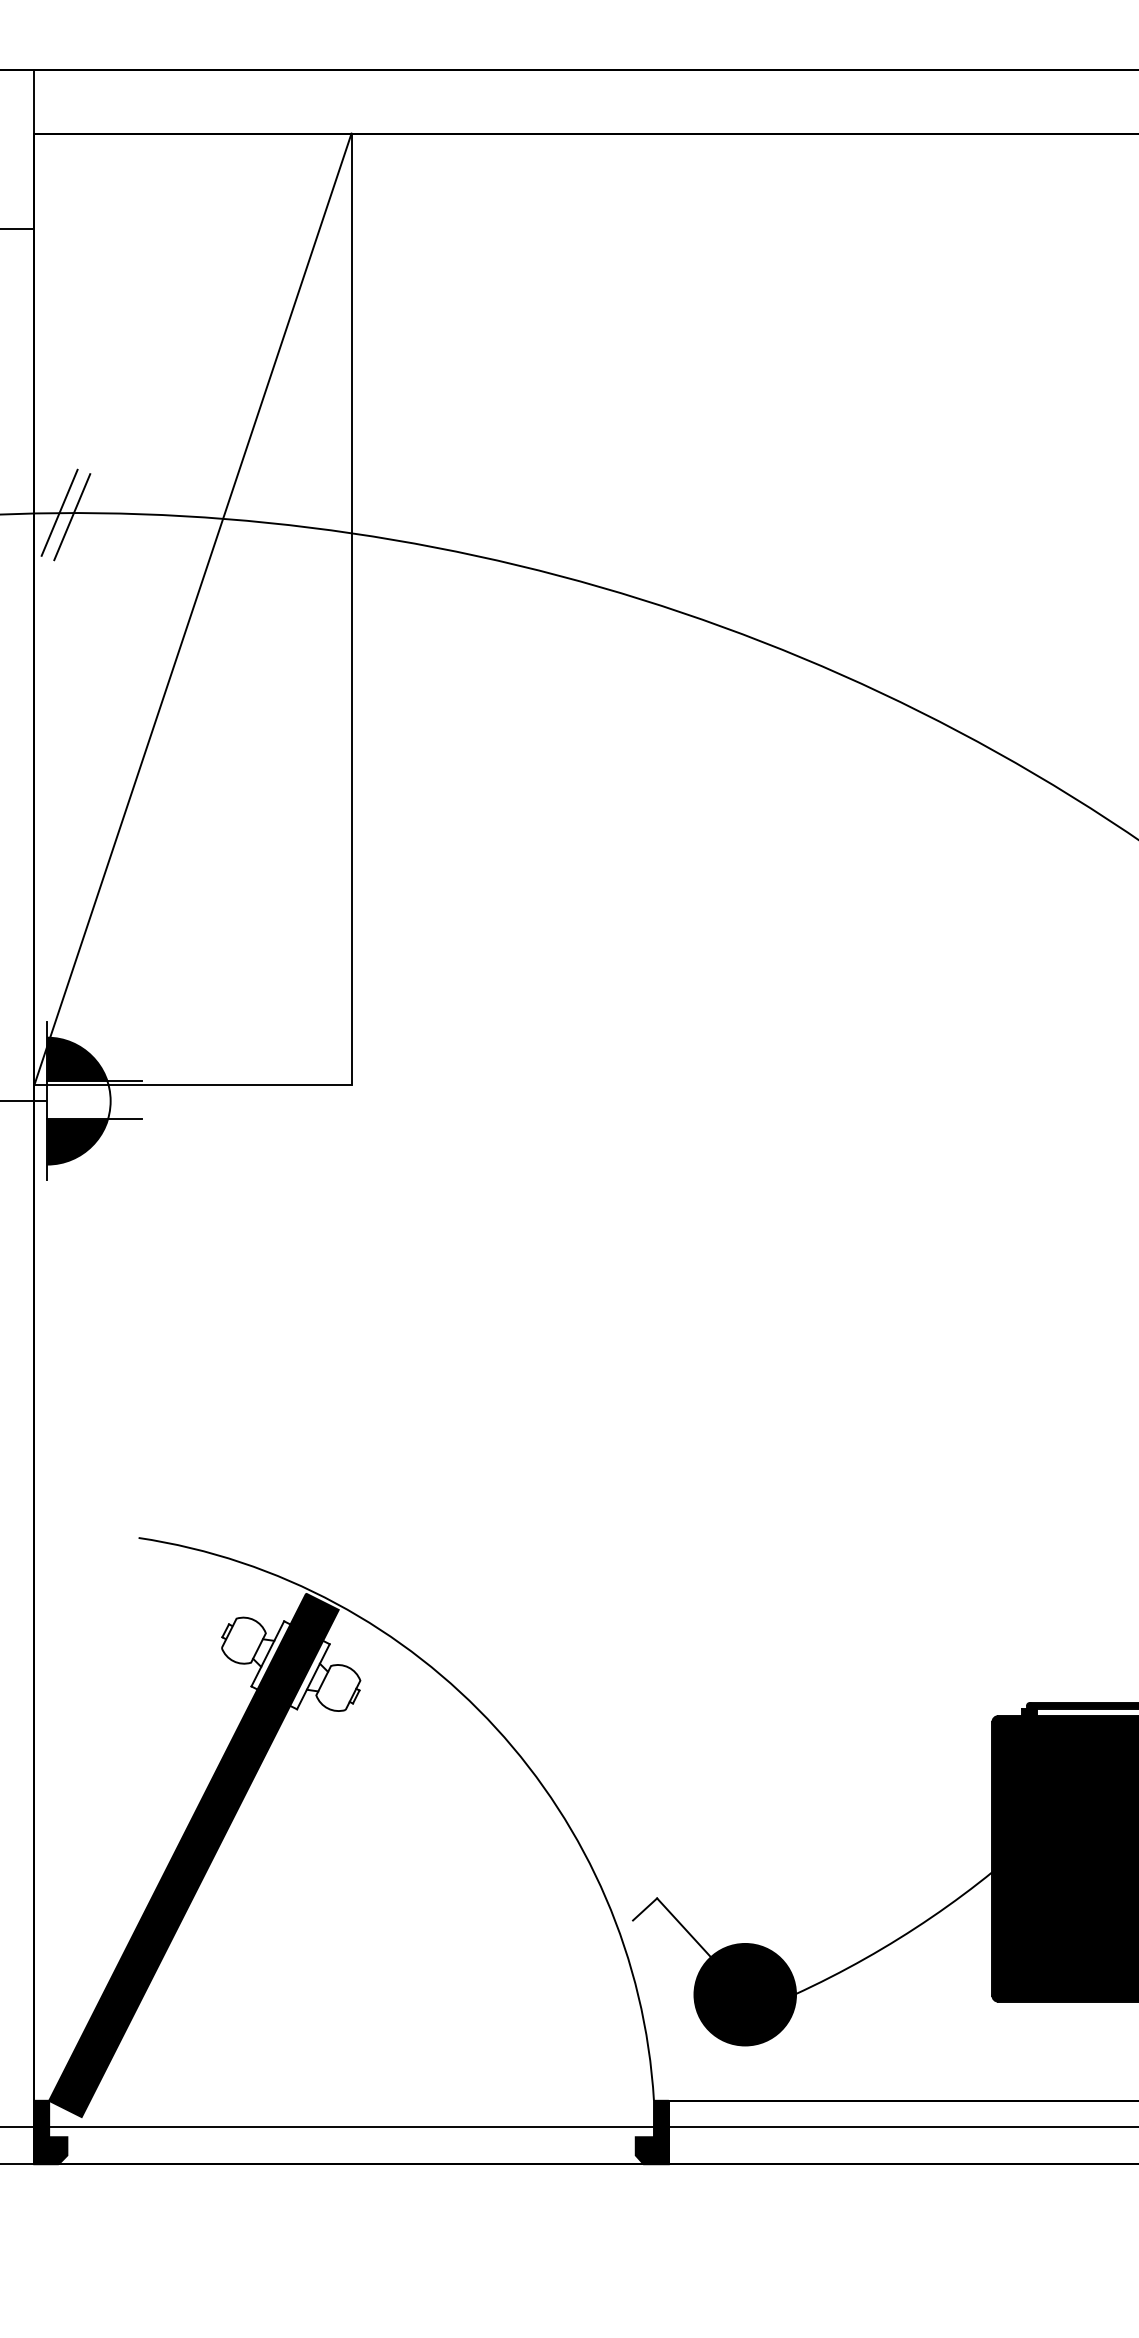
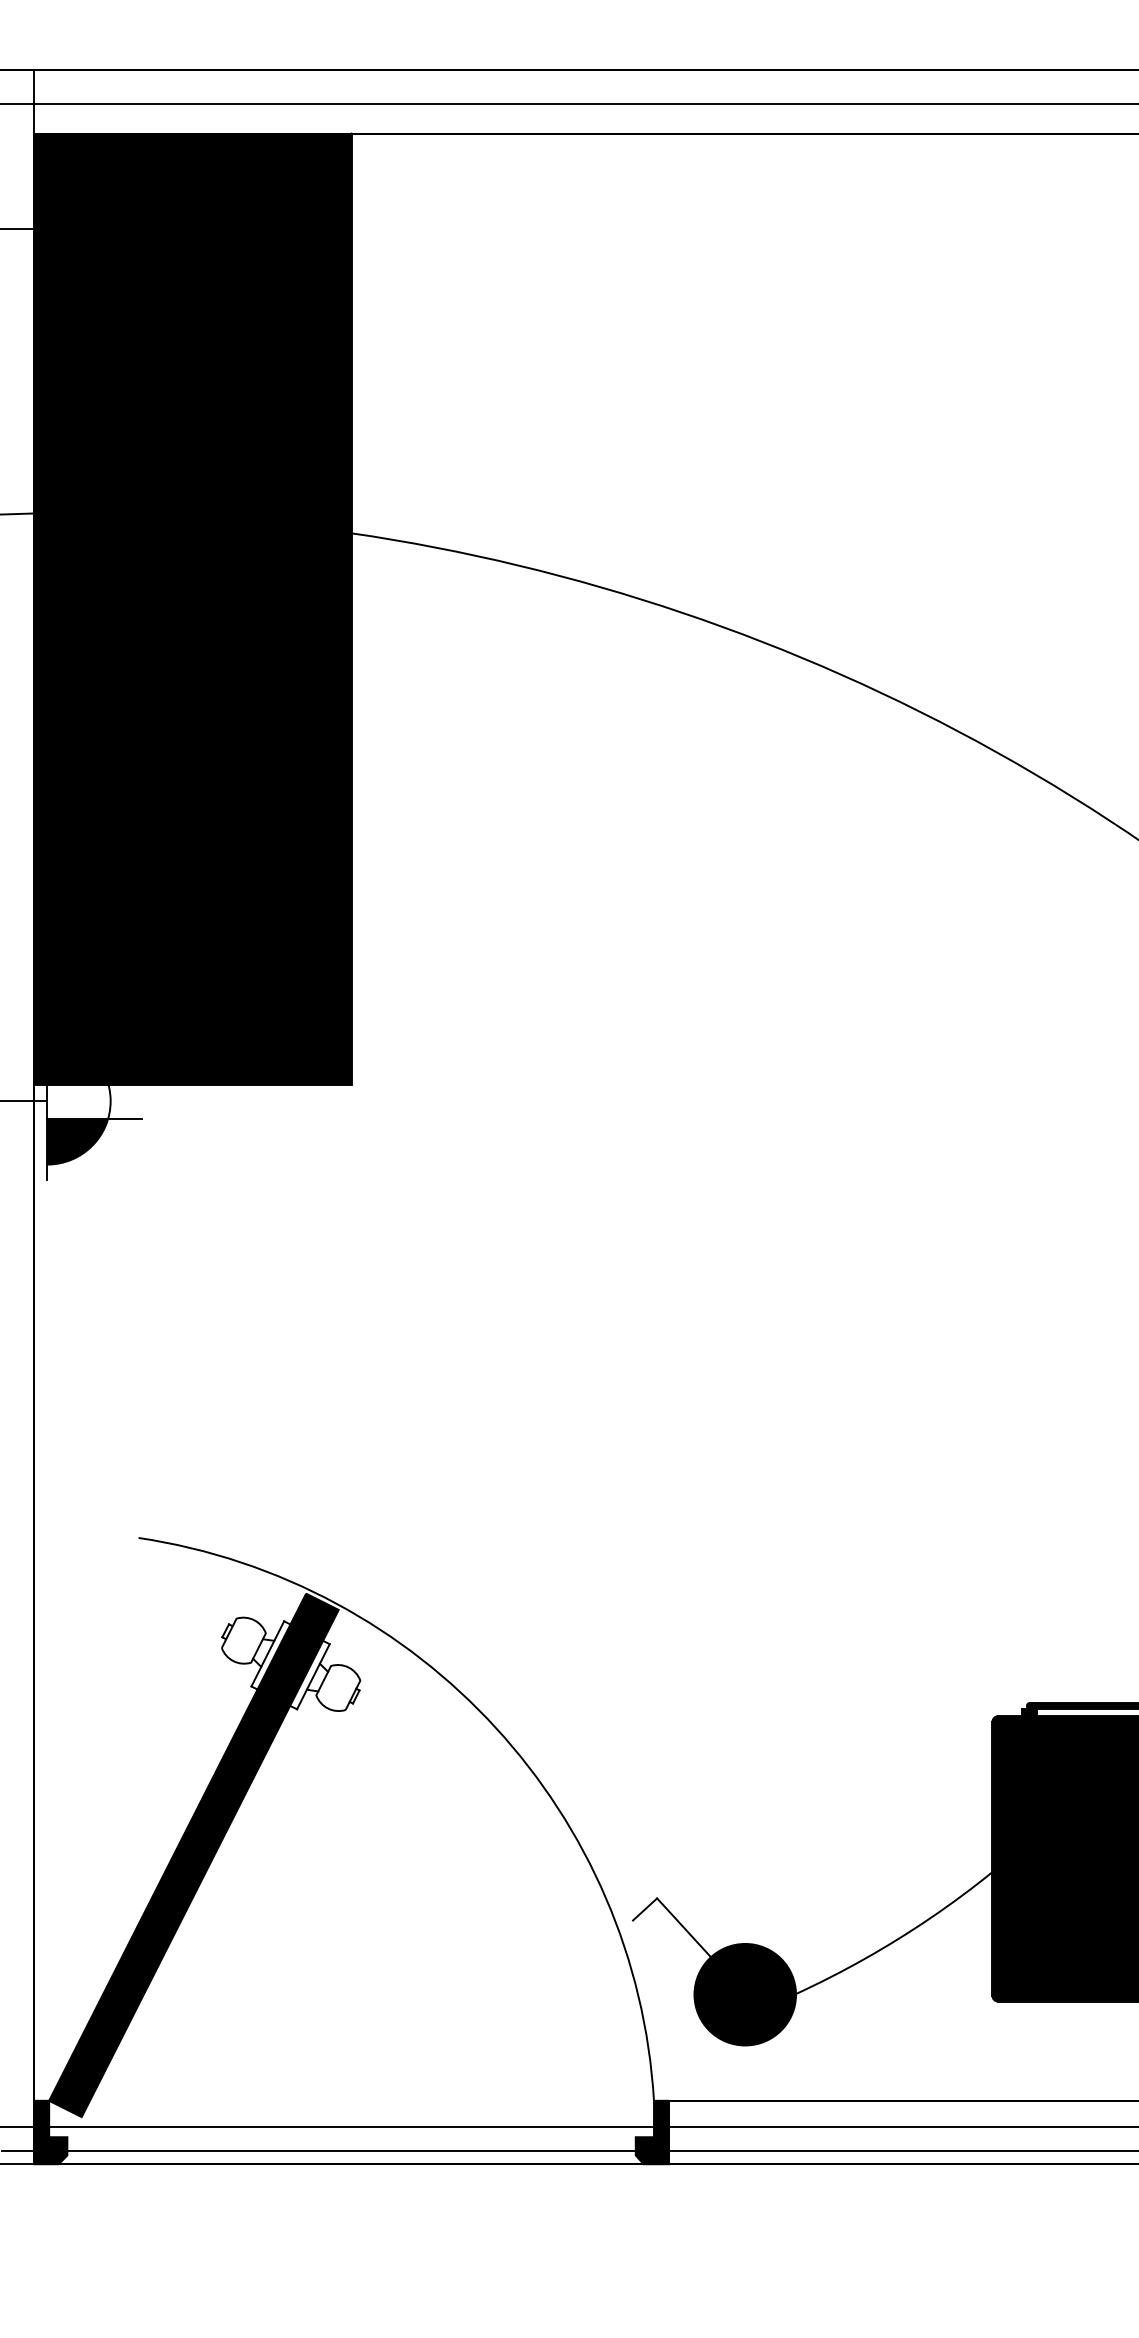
line at (568, 103): none -> present
fill at (192, 609): none -> present
line at (568, 2150): none -> present
